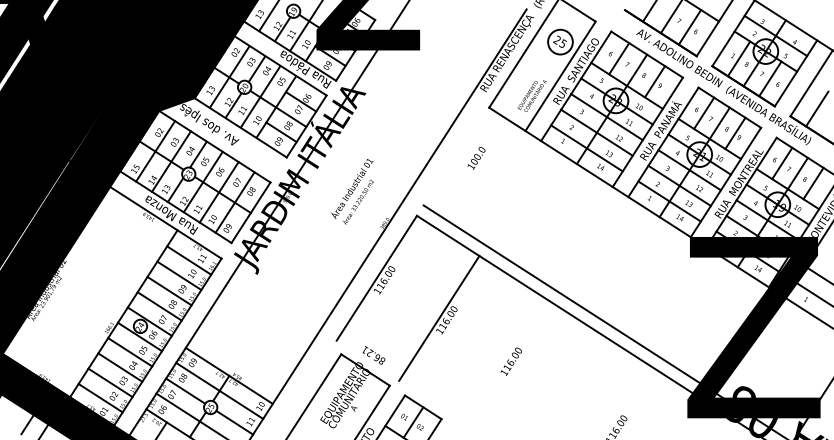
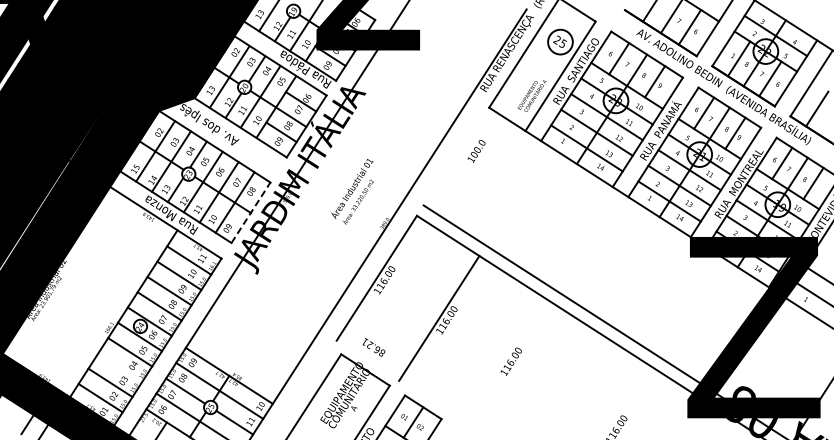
text at (476, 158) position: (476, 158) -> (476, 151)
line at (250, 212): solid -> dashed
text at (373, 355) position: (373, 355) -> (373, 347)
line at (120, 367): present -> none
